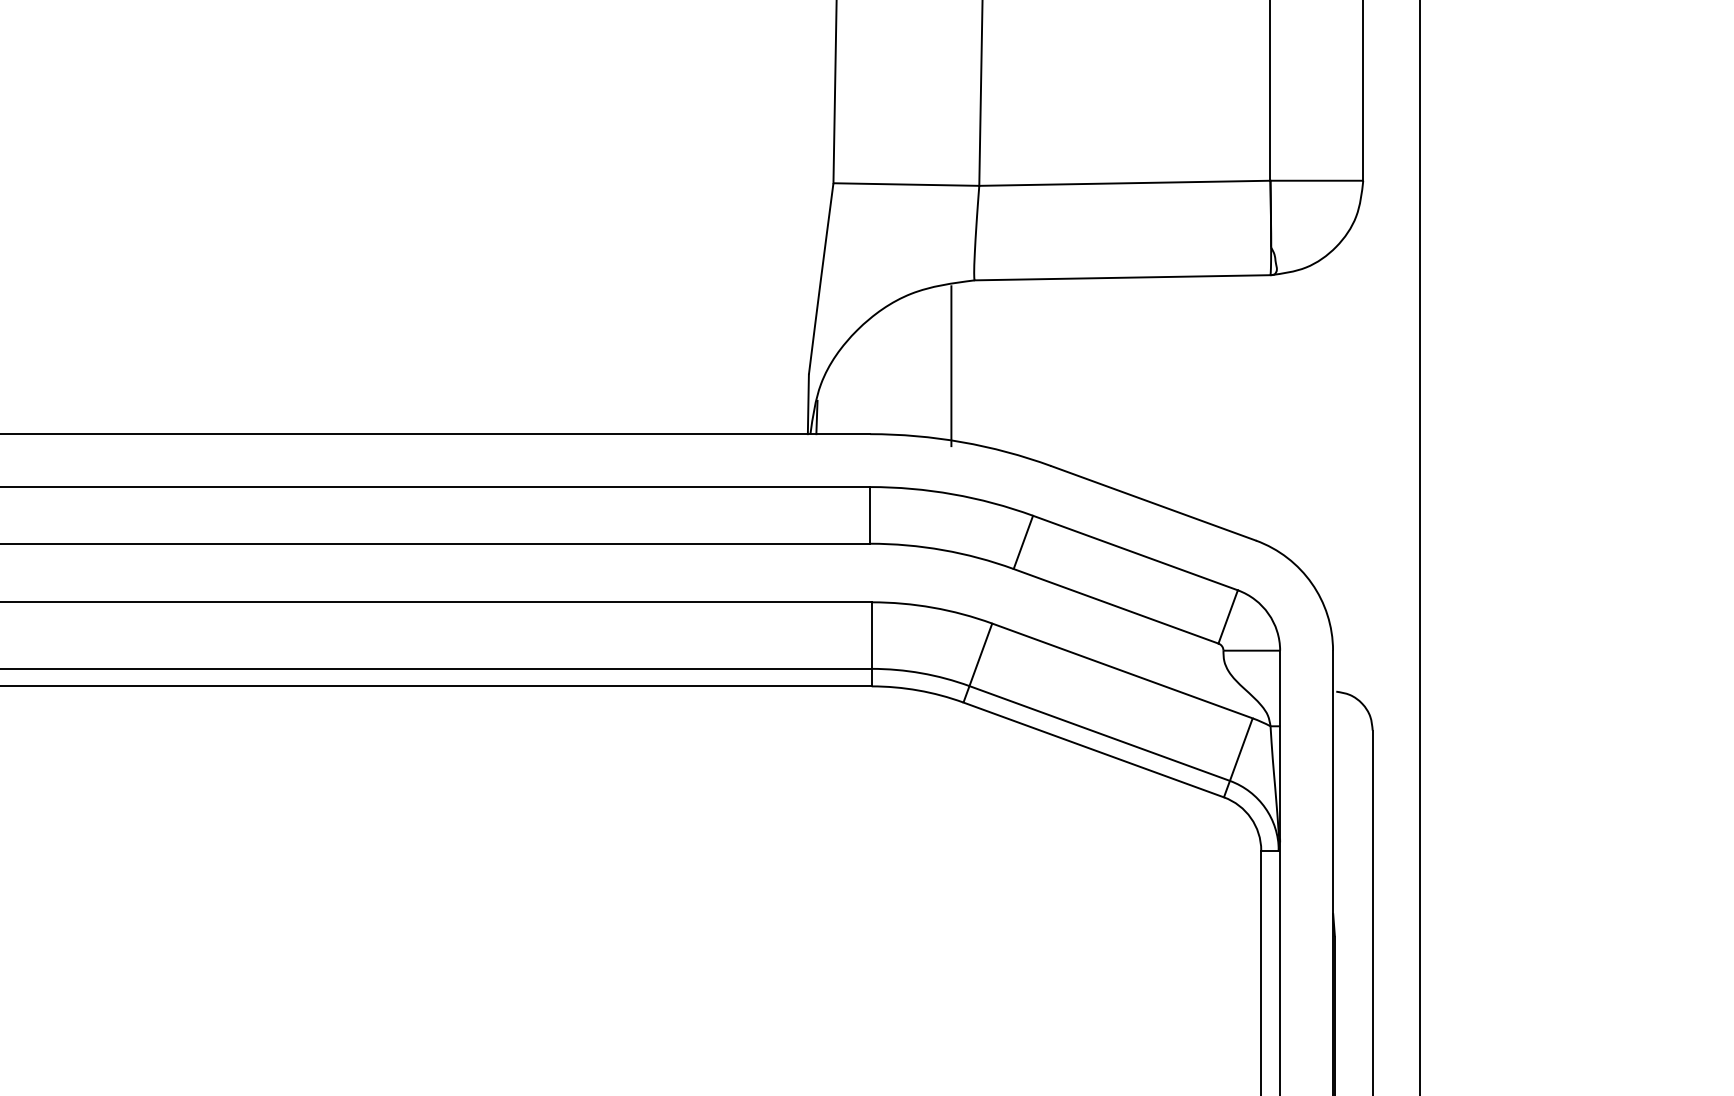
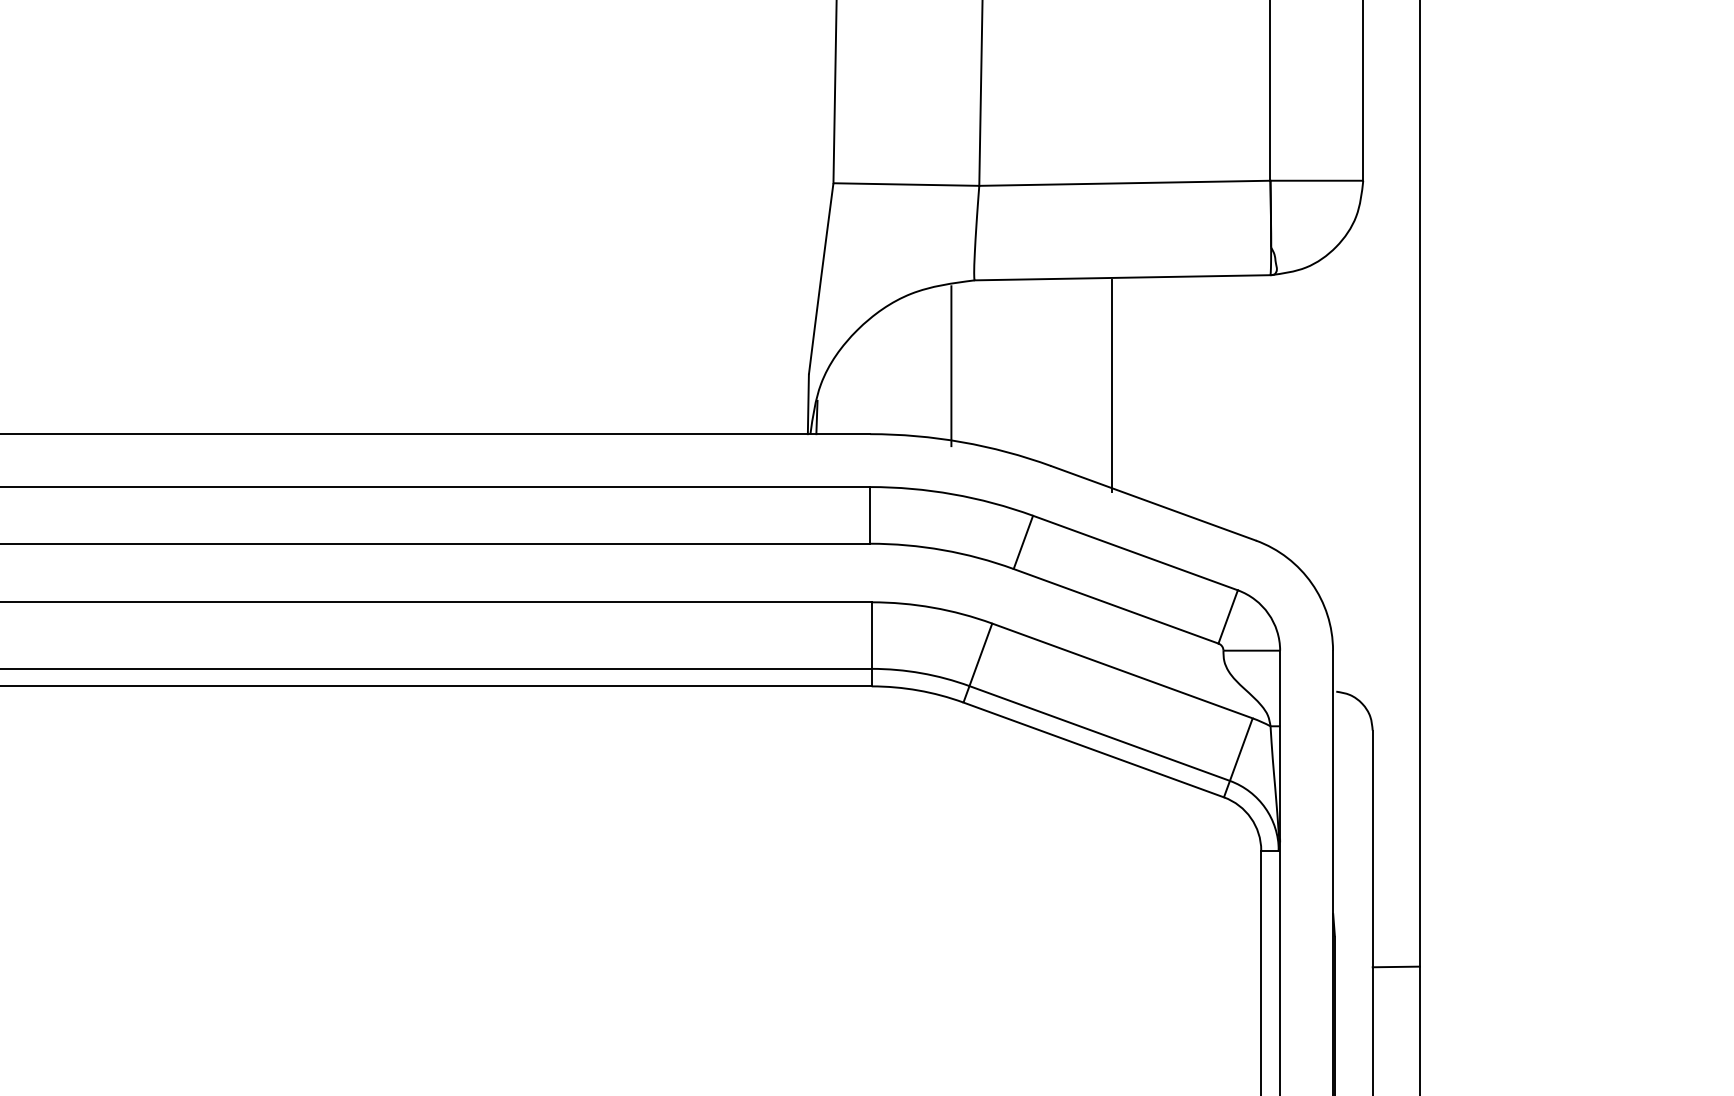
line at (1111, 385): none -> present
line at (1395, 966): none -> present
